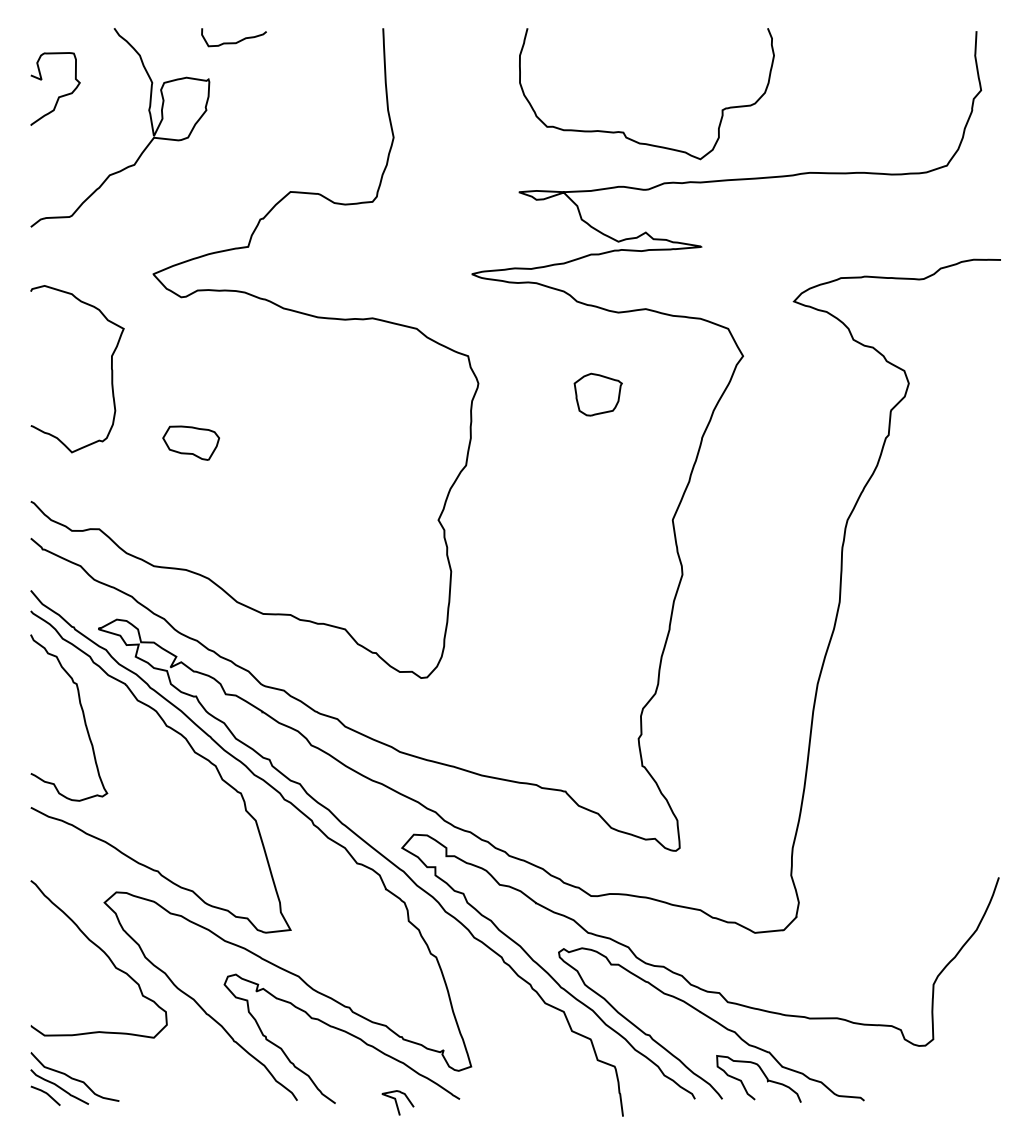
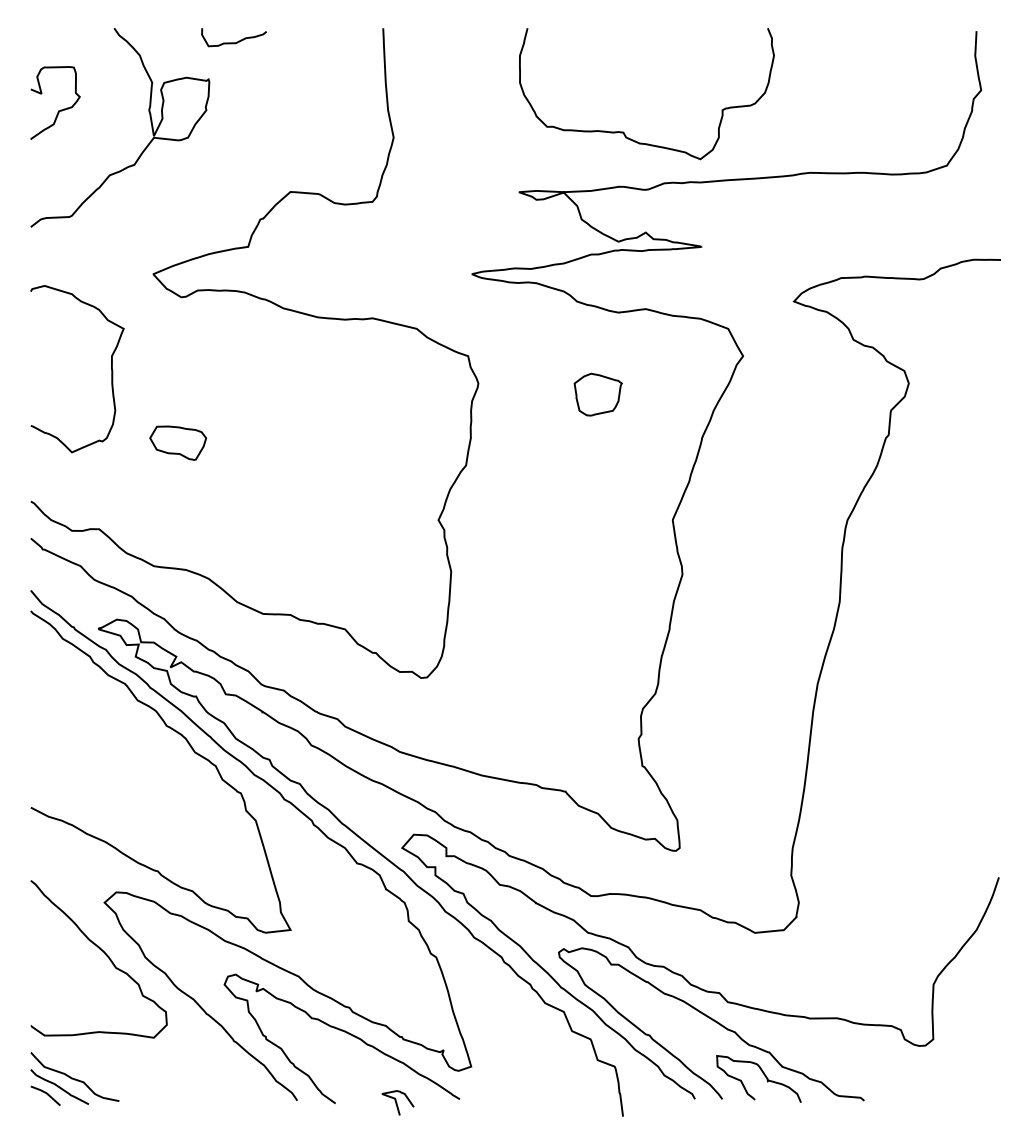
curve at (58, 96) position: (58, 96) -> (58, 110)
part at (190, 442) position: (190, 442) -> (177, 442)
curve at (82, 714): present -> none
